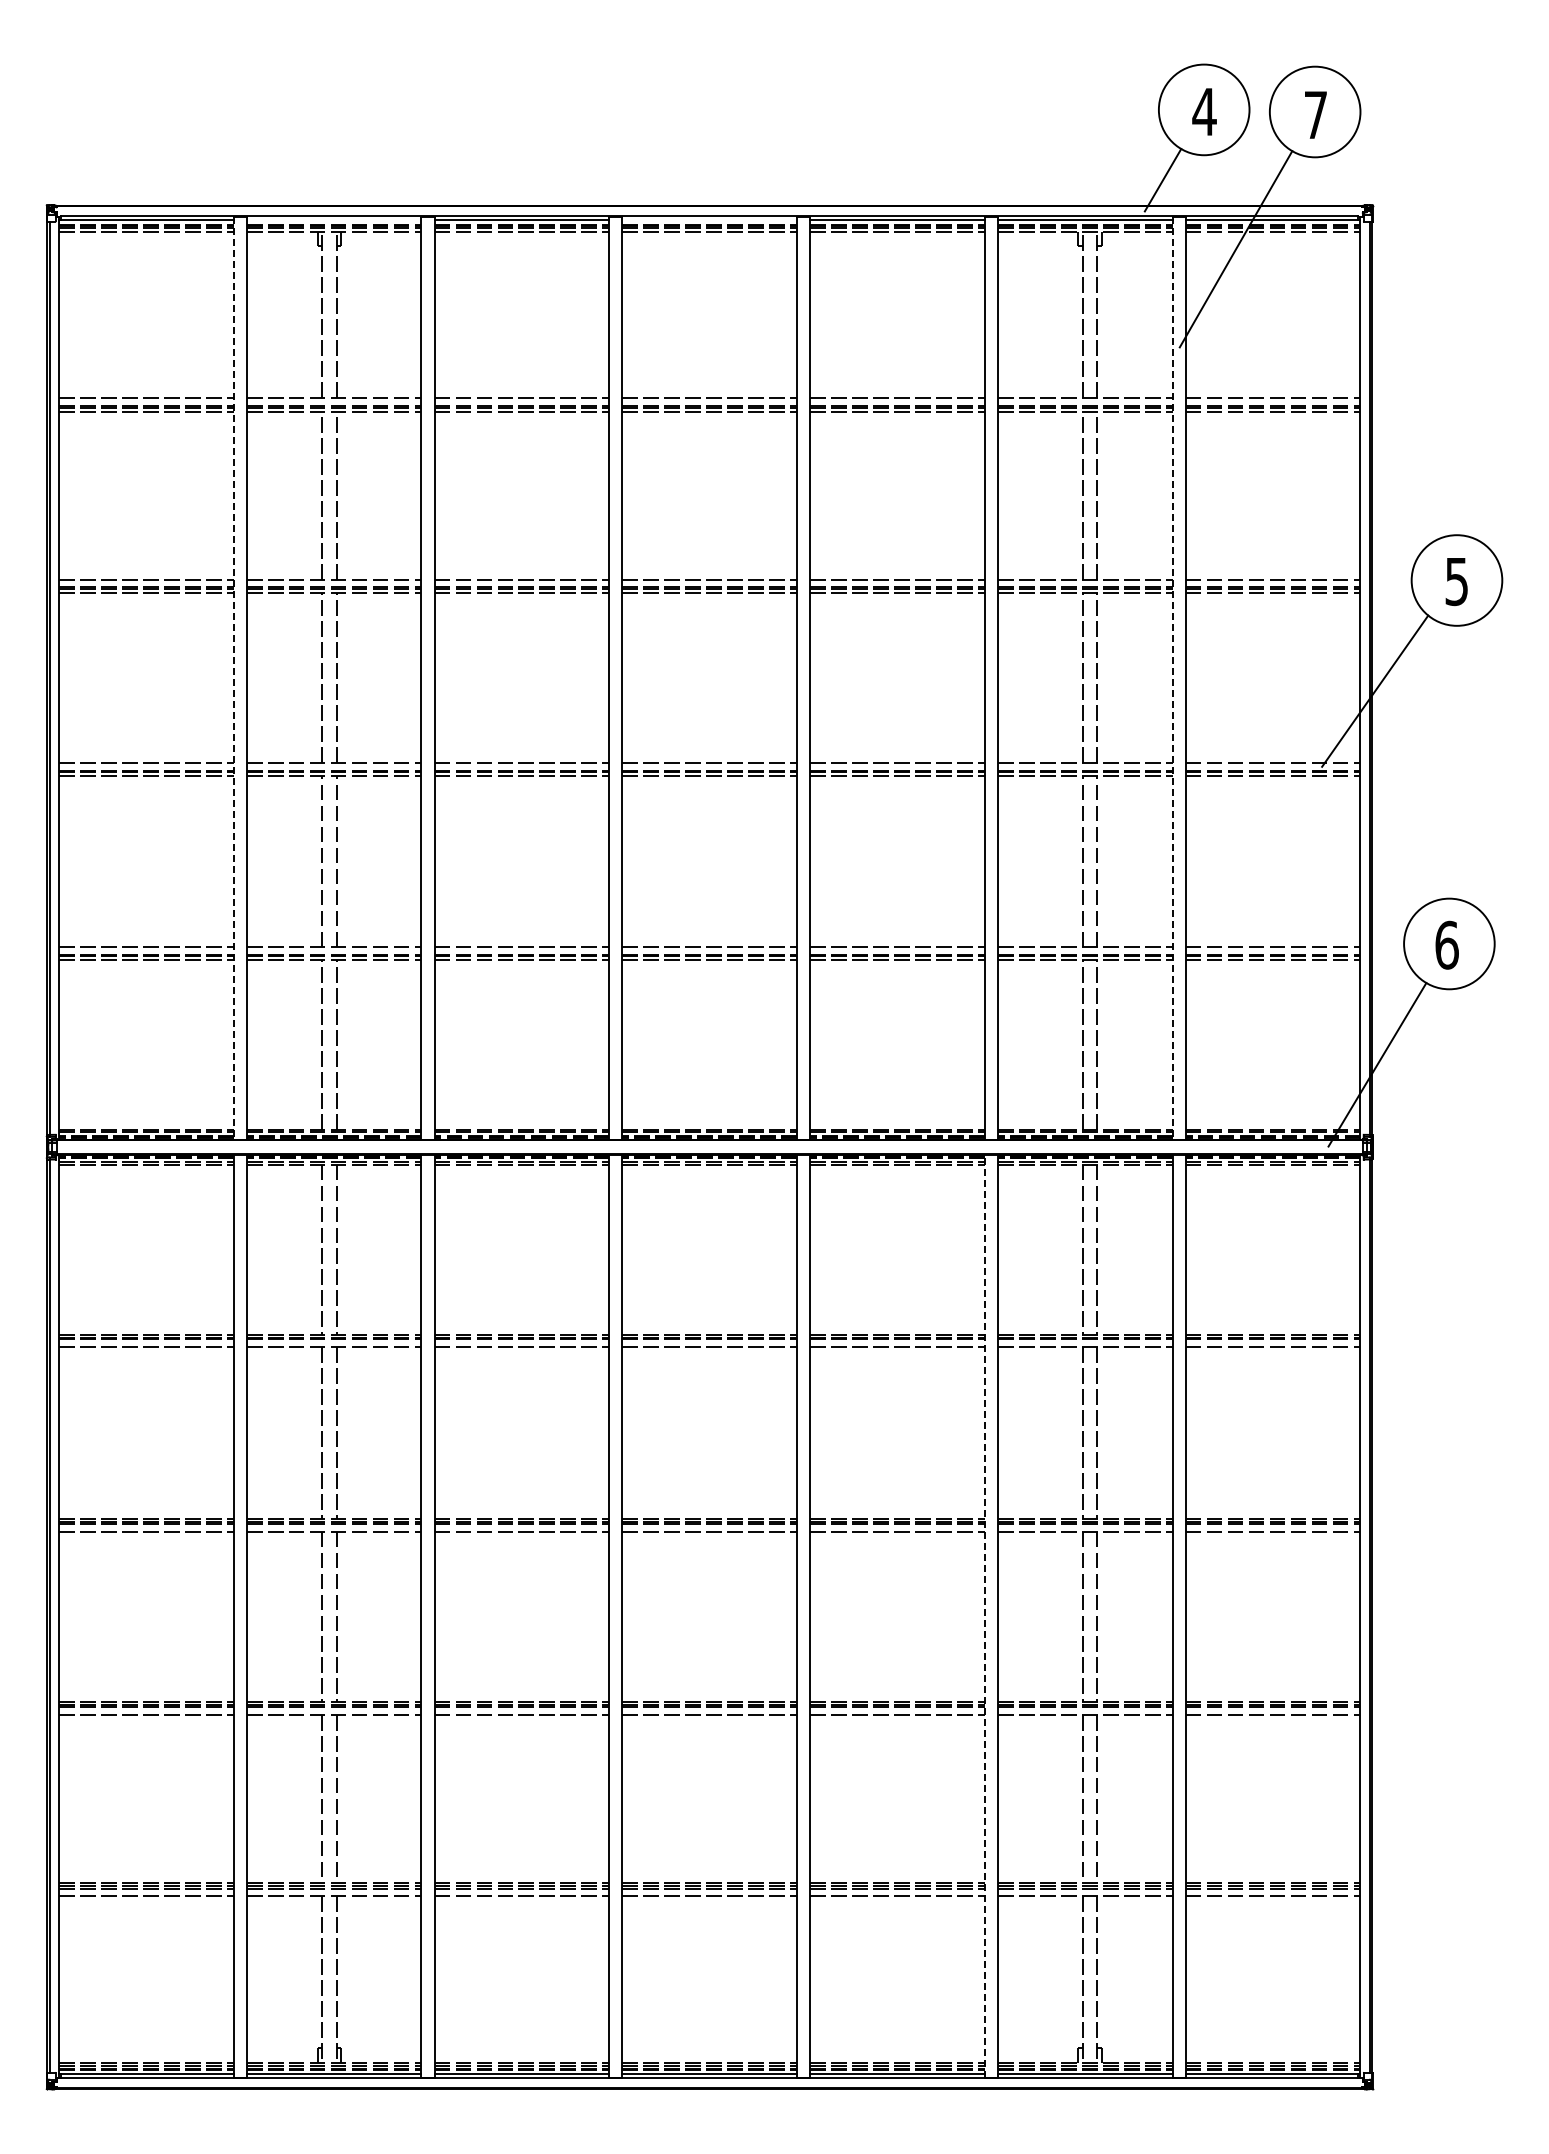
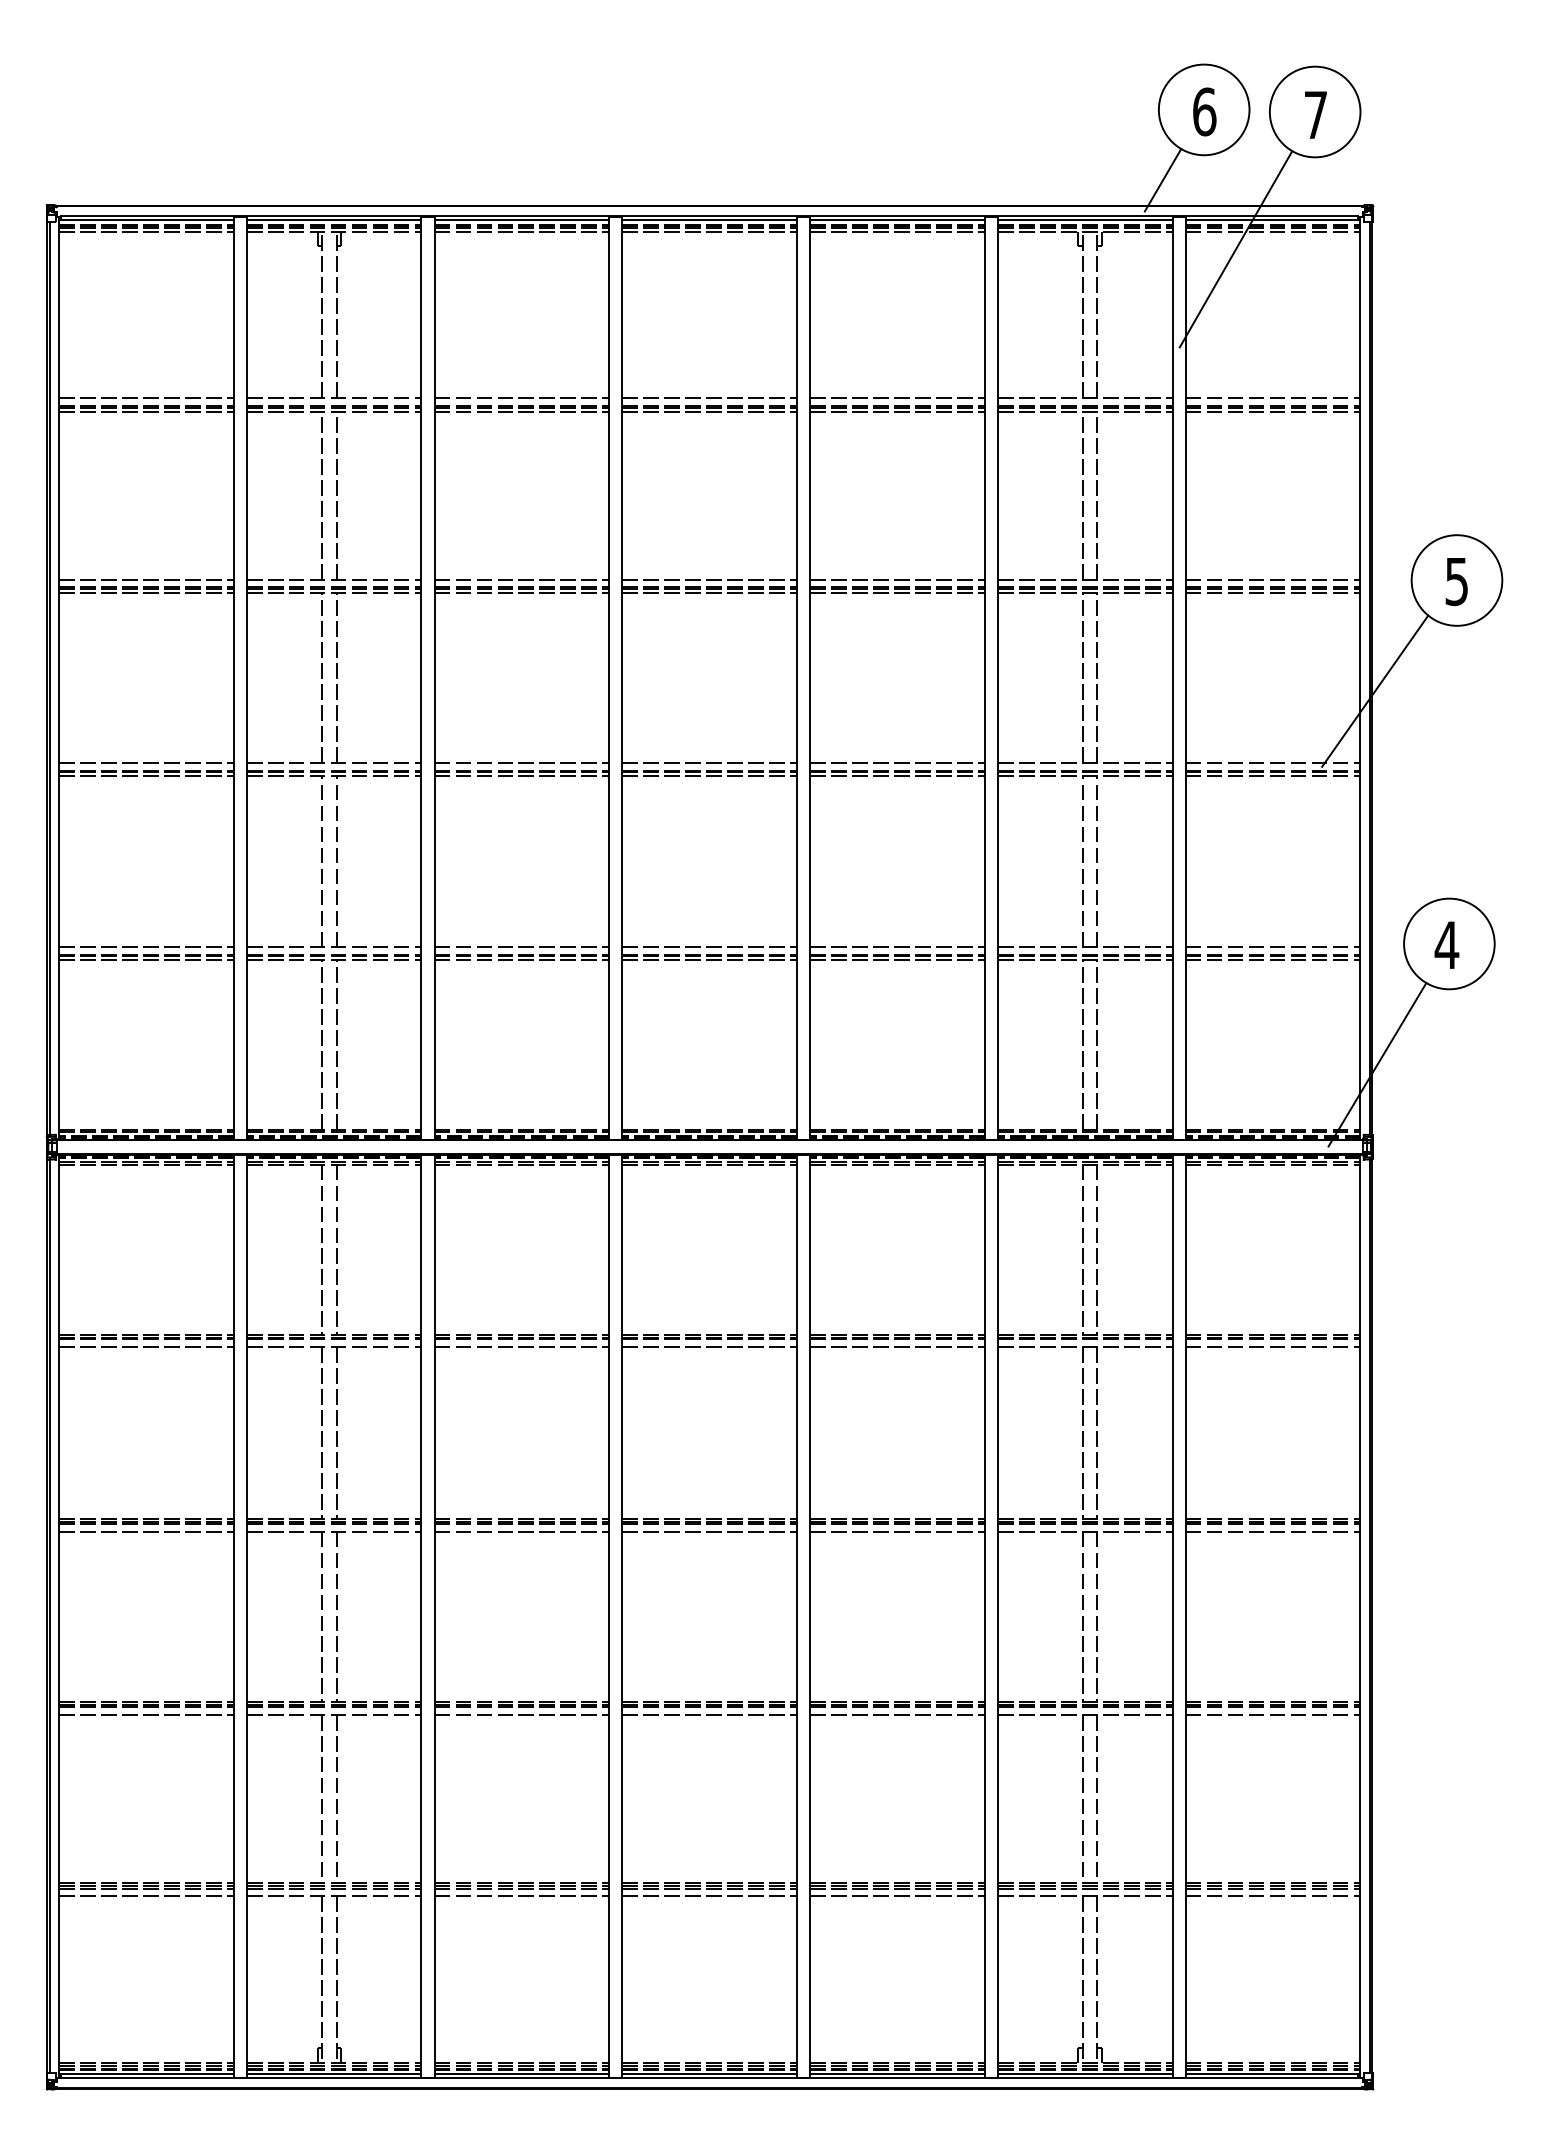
text at (1204, 111): 4 -> 6
line at (333, 220): none -> present
line at (709, 220): none -> present
line at (233, 678): dashed -> solid
line at (1172, 678): dashed -> solid
text at (1446, 944): 6 -> 4
line at (984, 1616): dashed -> solid
